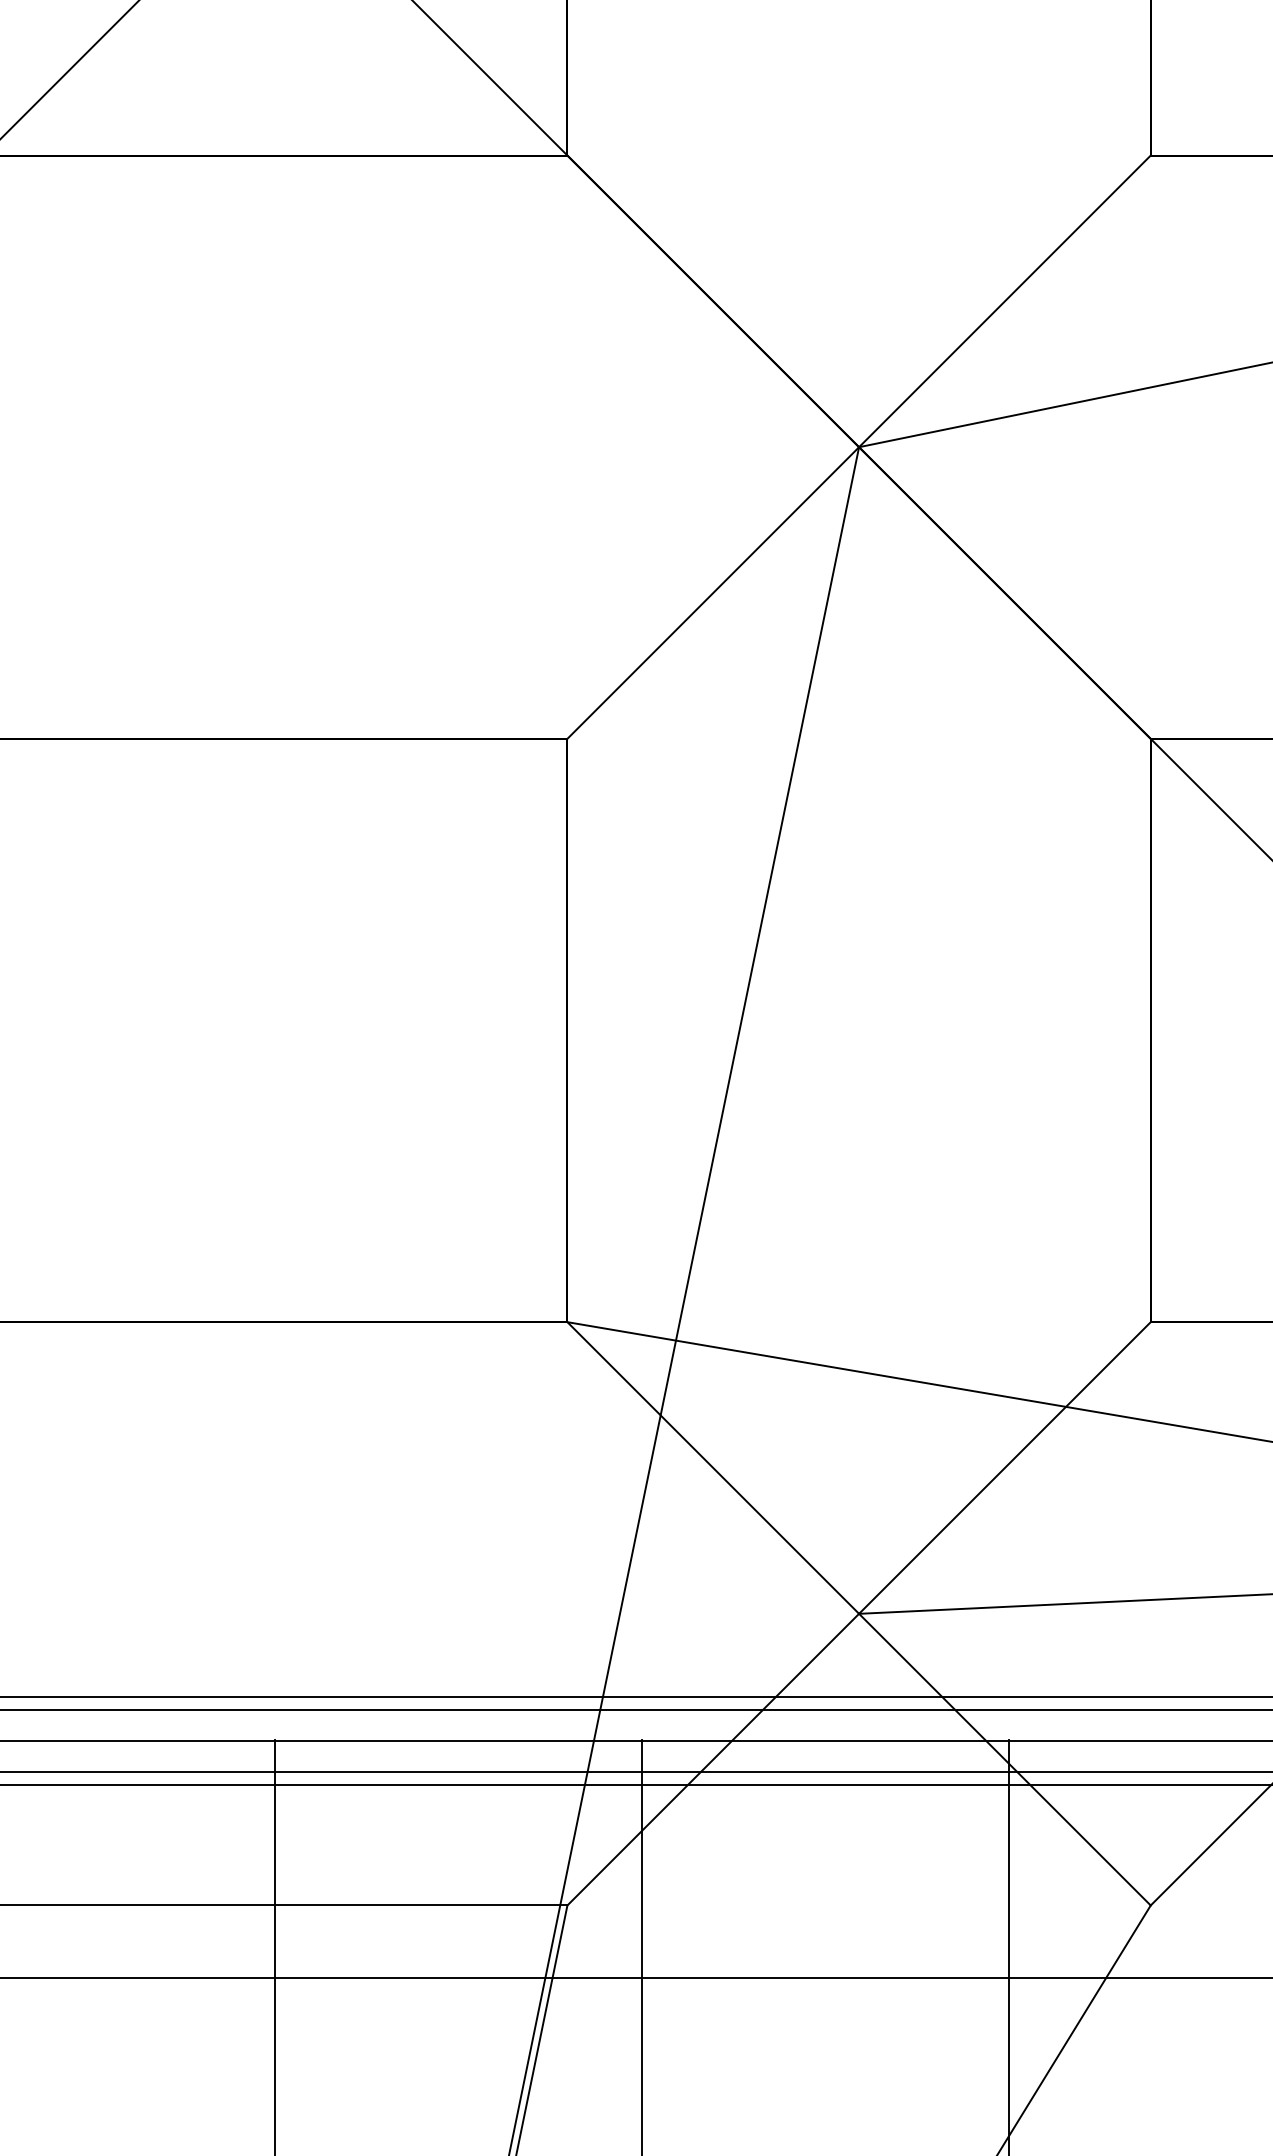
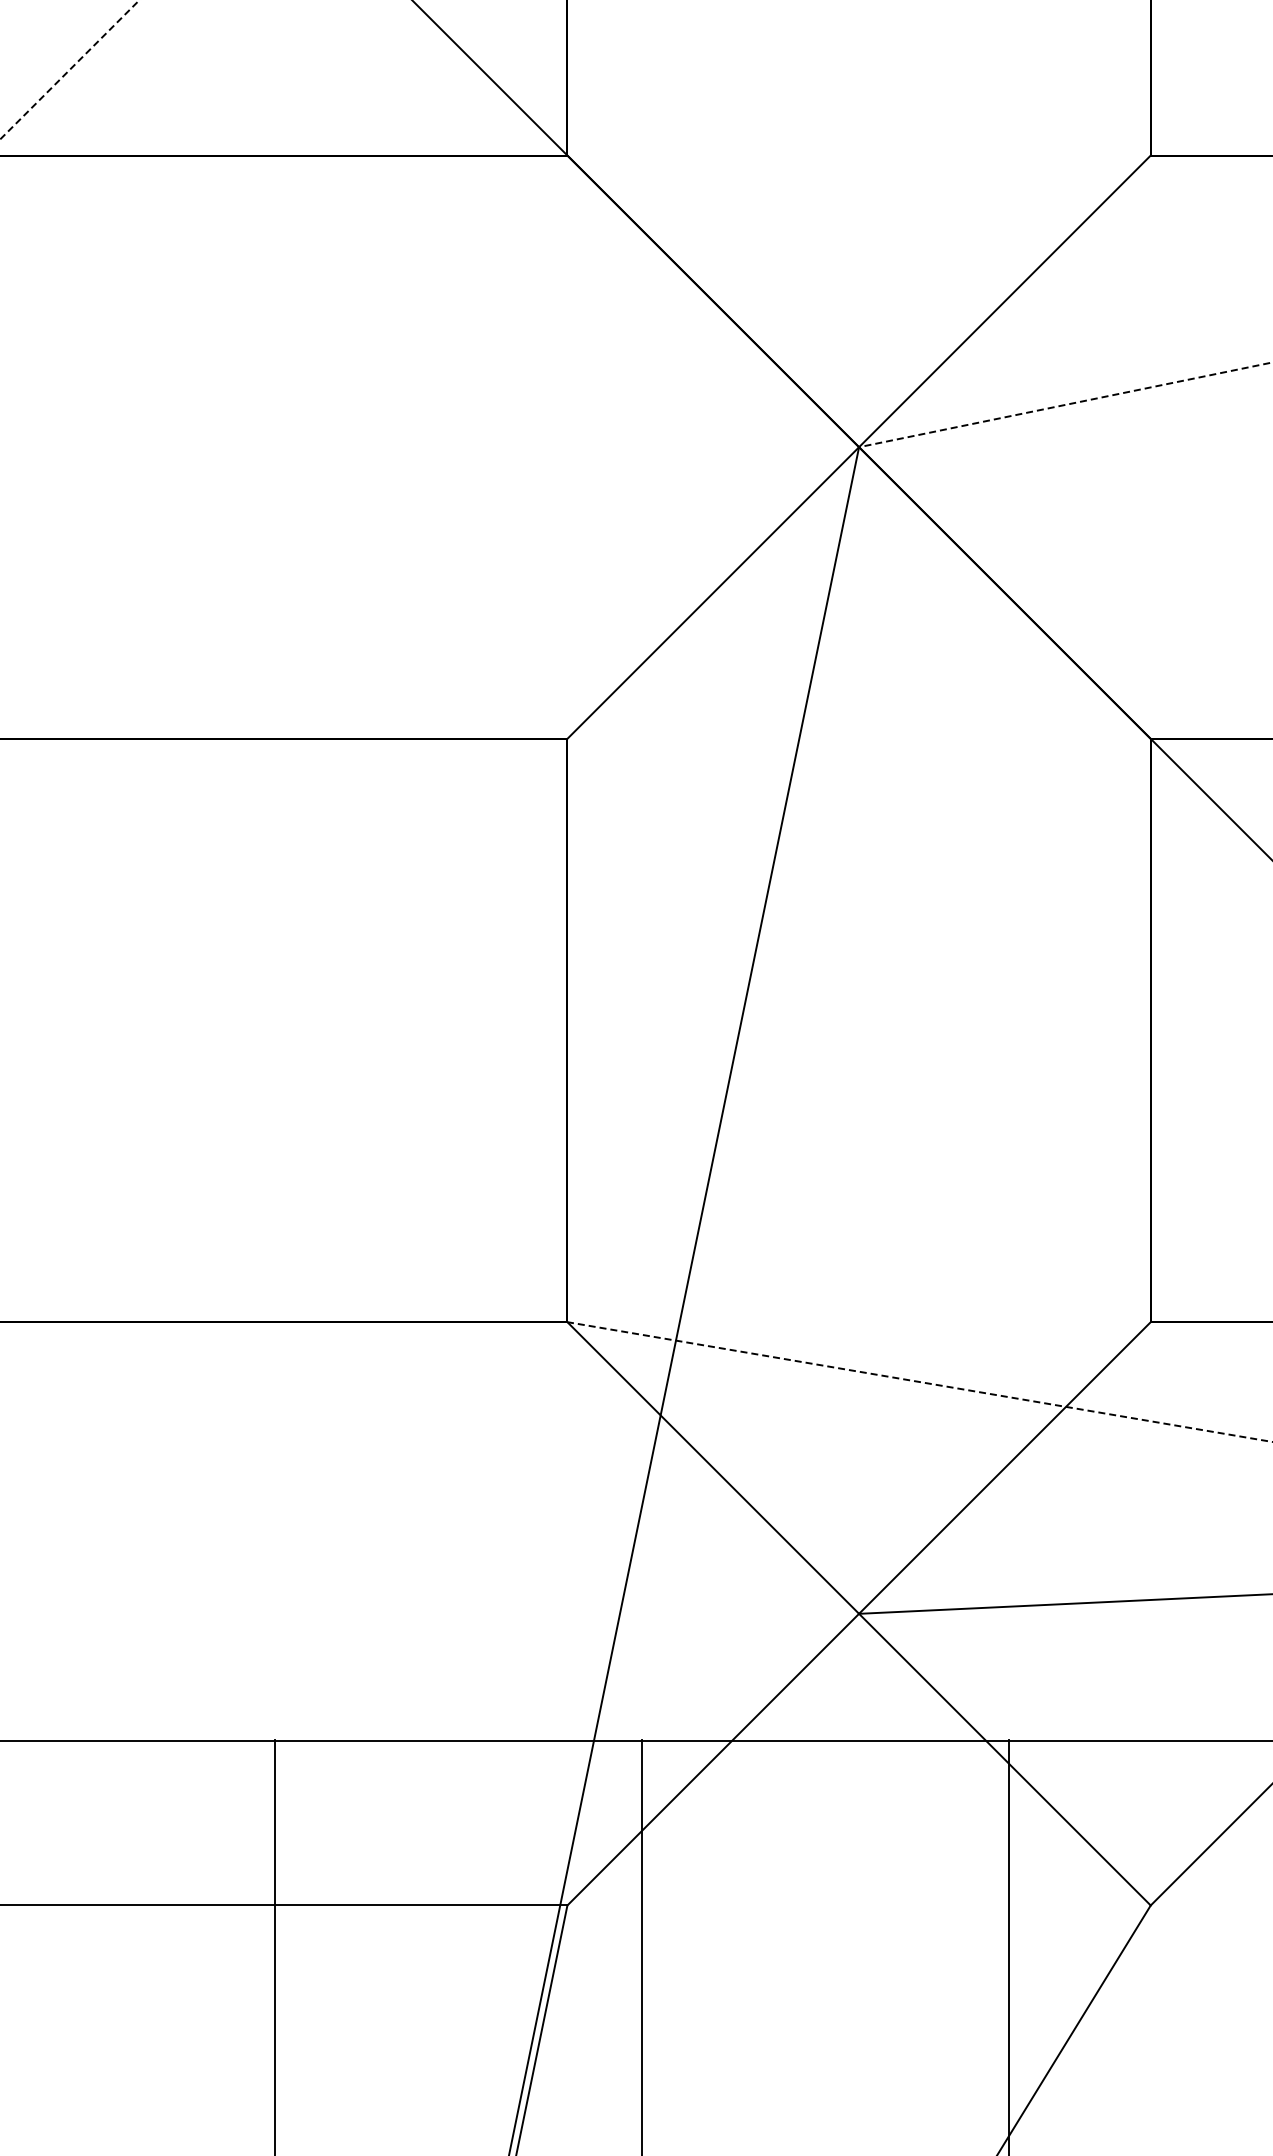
line at (69, 69): solid -> dashed
line at (1065, 404): solid -> dashed
line at (919, 1381): solid -> dashed
line at (635, 1696): present -> none
line at (635, 1709): present -> none
line at (635, 1771): present -> none
line at (635, 1784): present -> none
line at (635, 1977): present -> none
